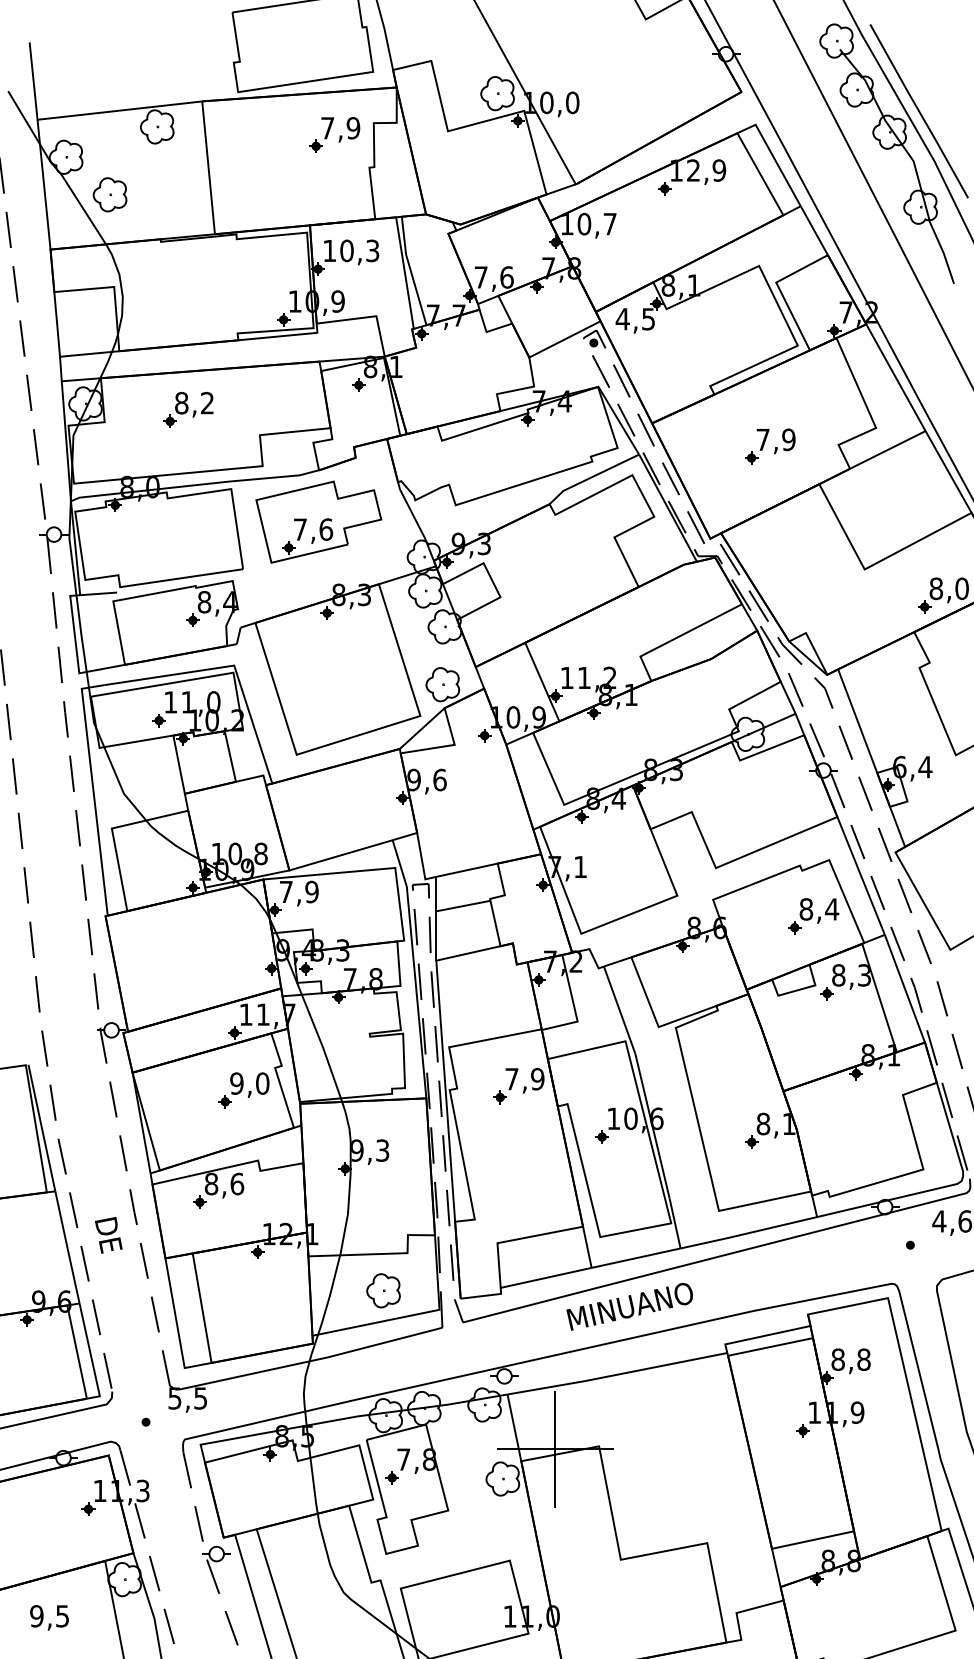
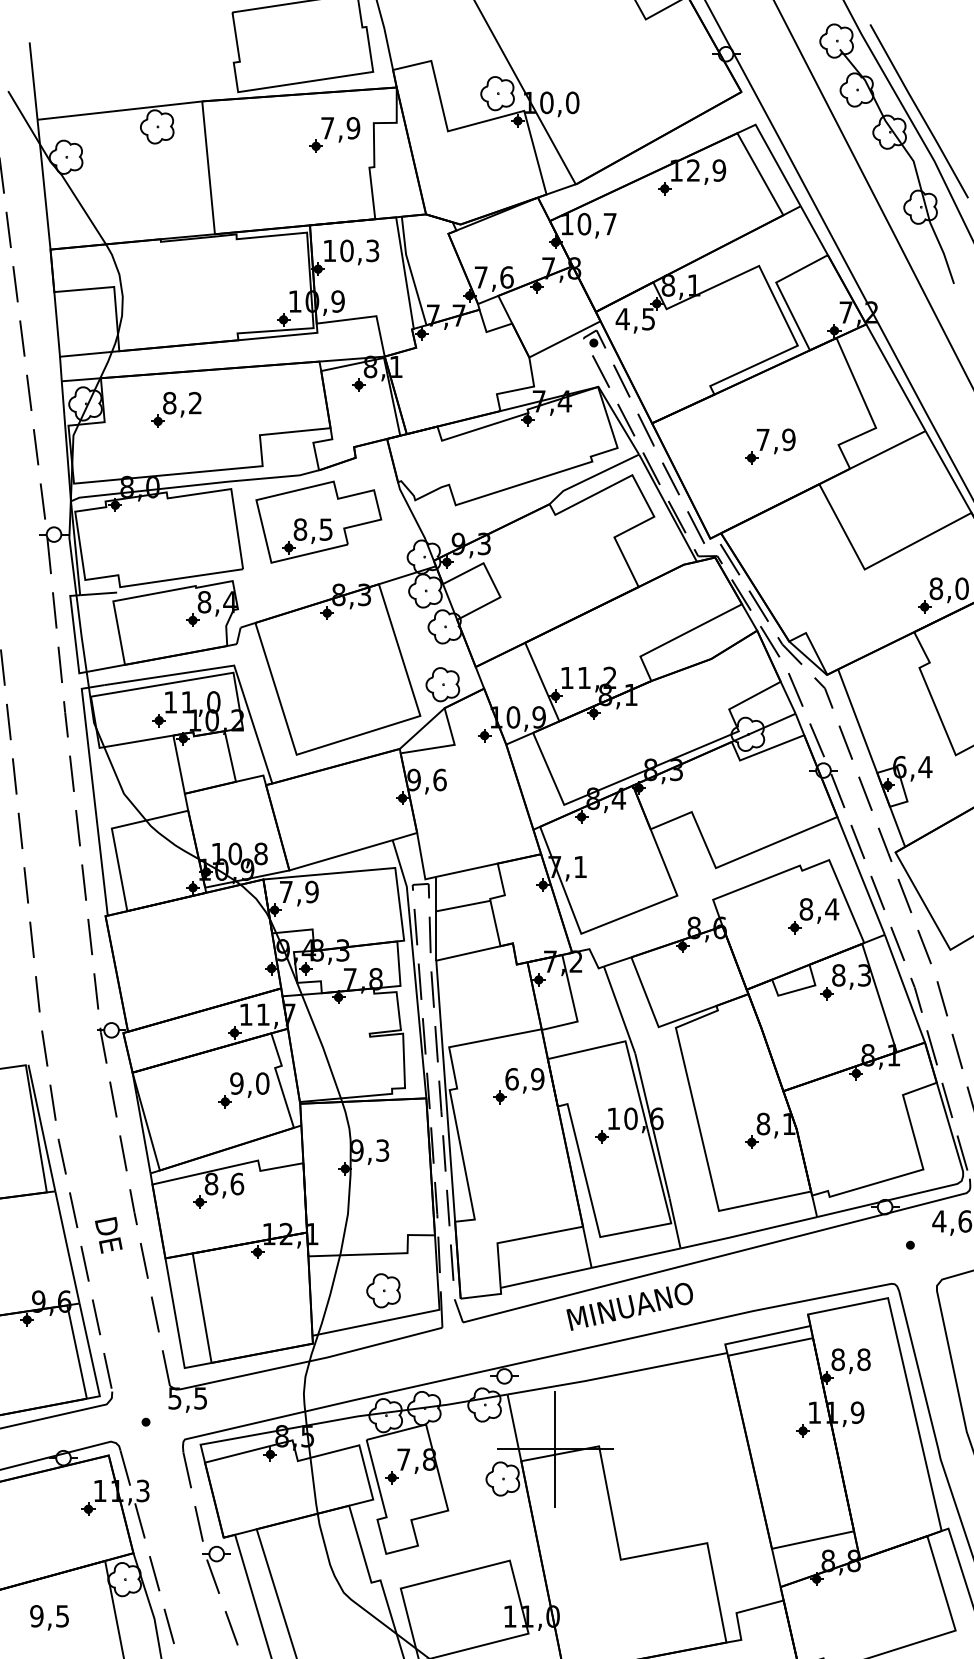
part at (109, 194): present -> none
part at (188, 409) position: (188, 409) -> (176, 409)
text at (313, 529): 7,6 -> 8,5
text at (511, 1079): 7,9 -> 6,9
